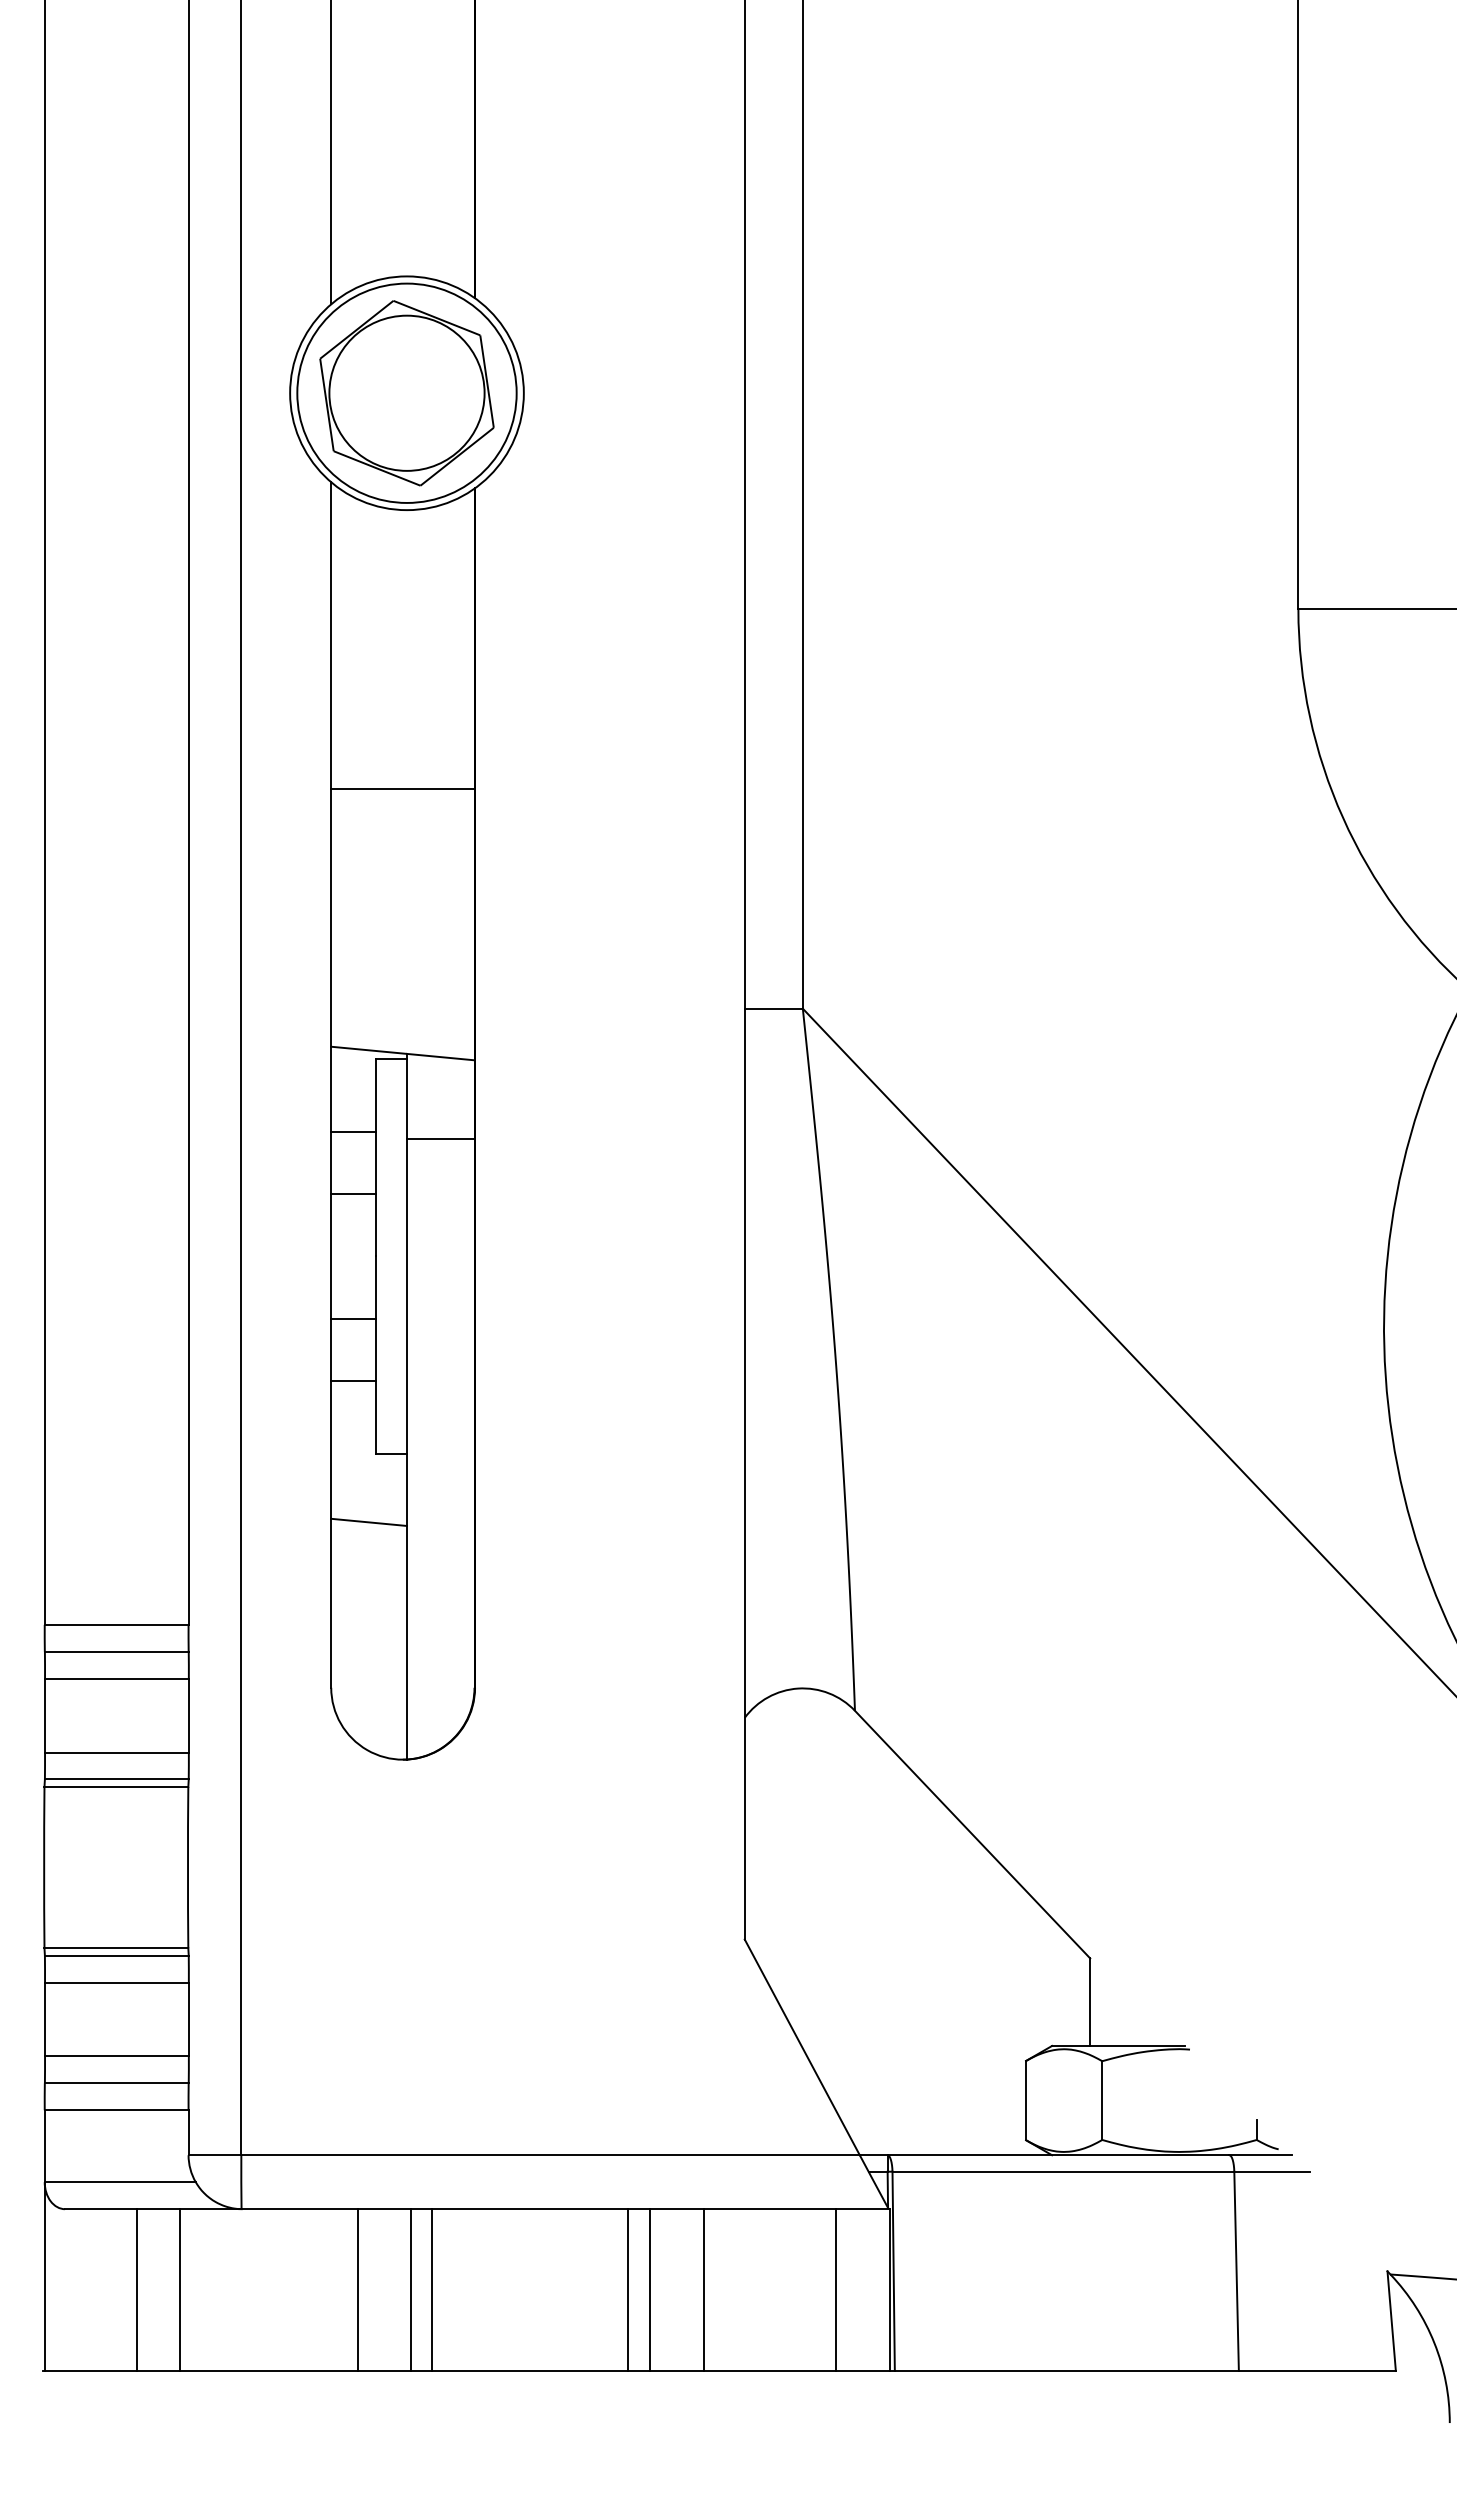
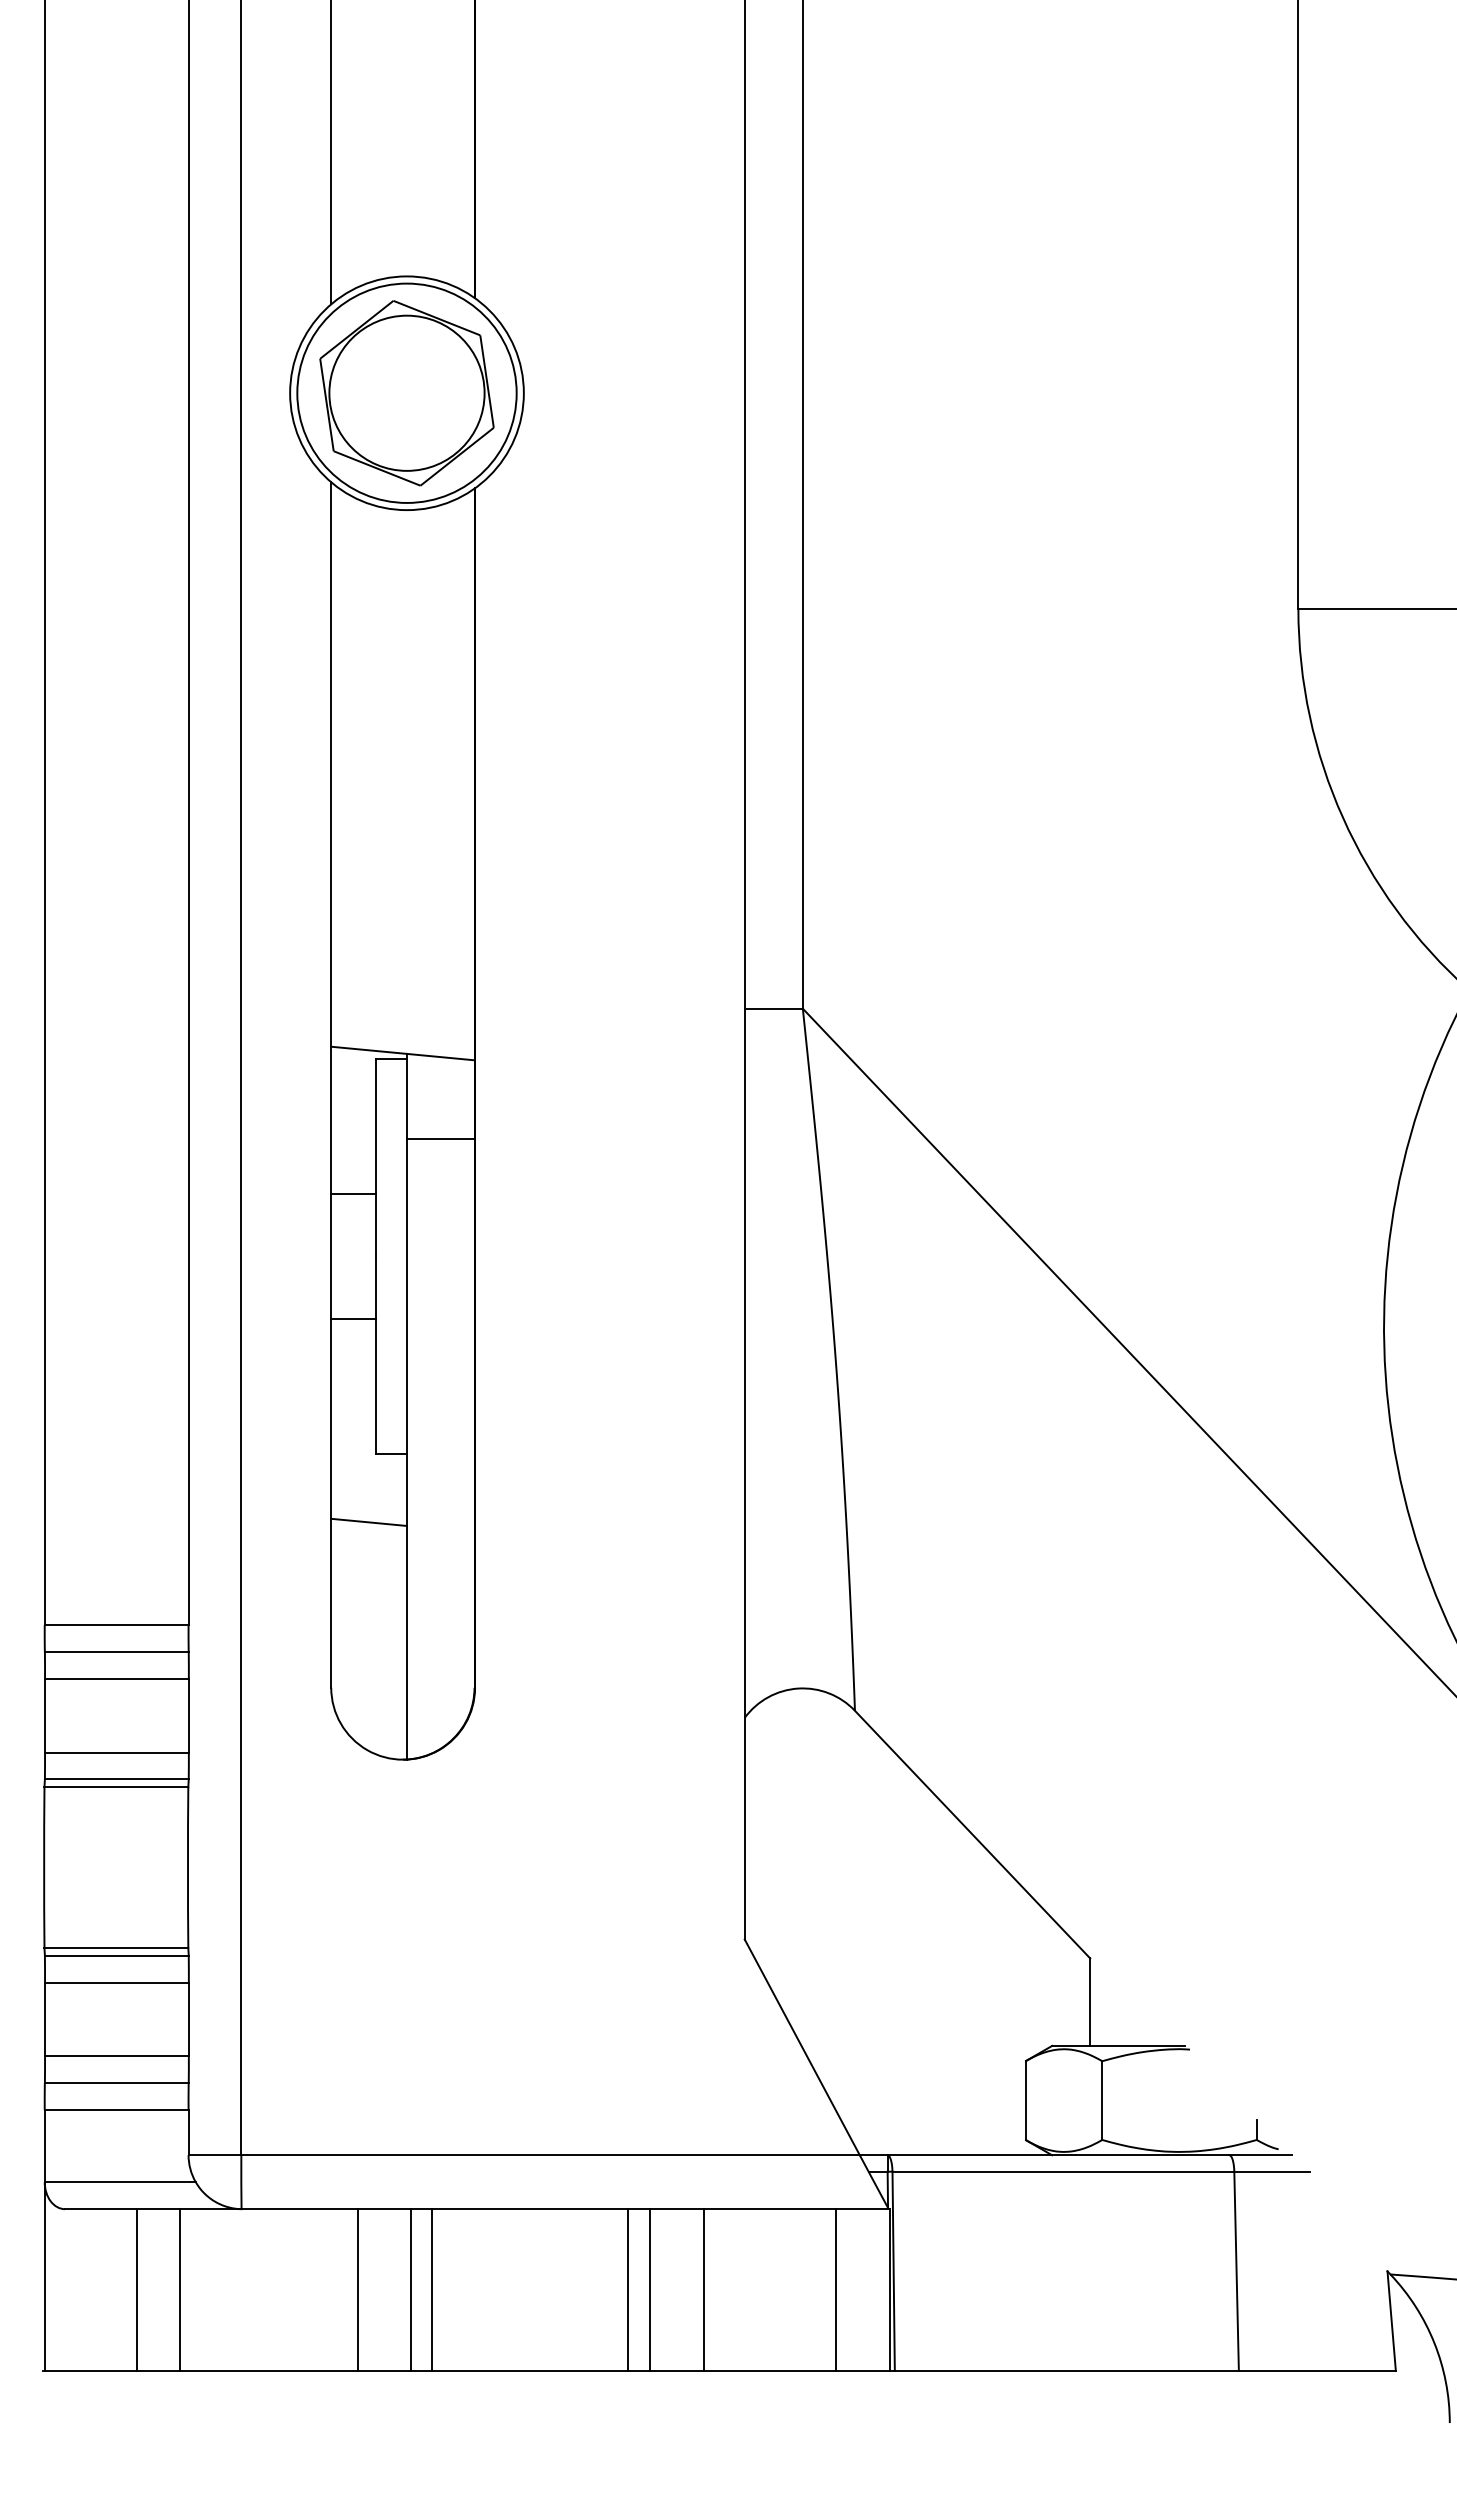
line at (402, 788): present -> none
line at (353, 1131): present -> none
line at (353, 1380): present -> none
